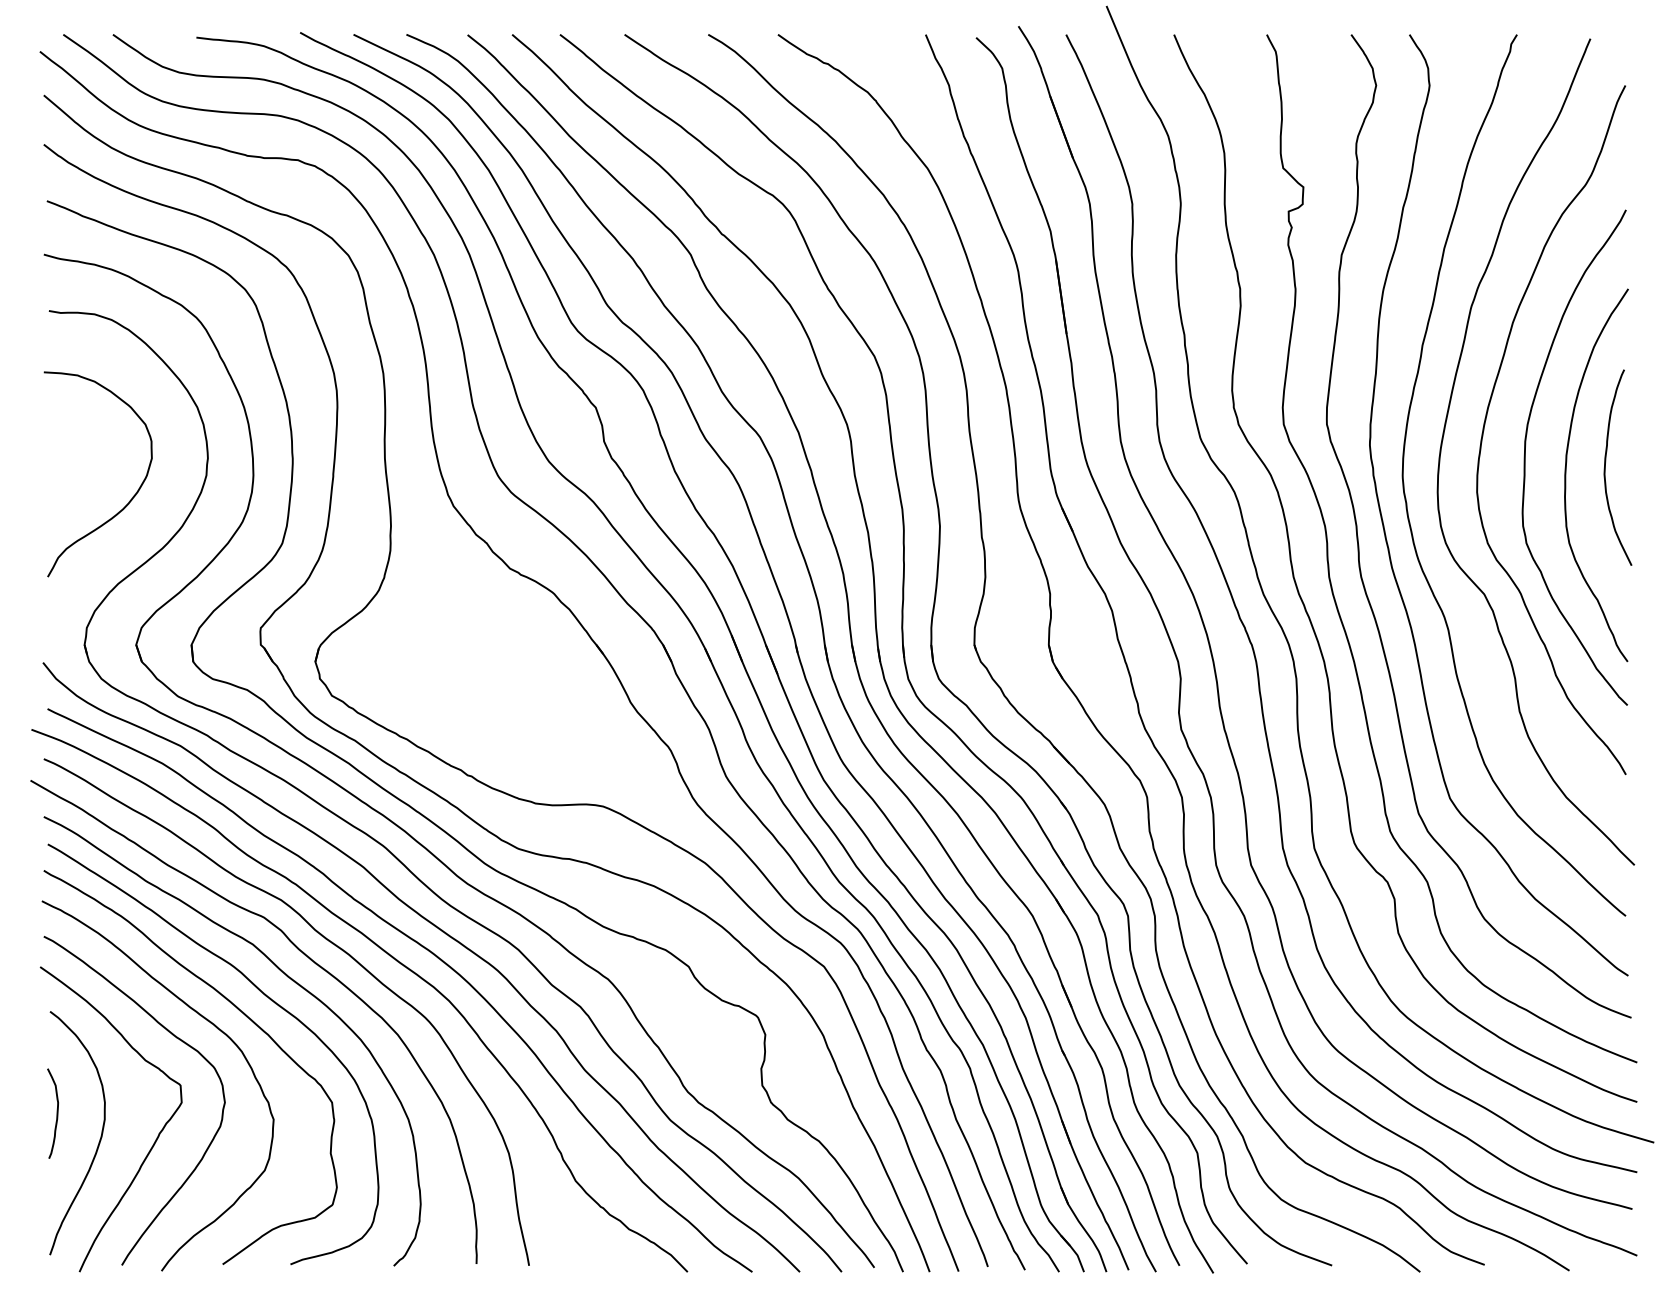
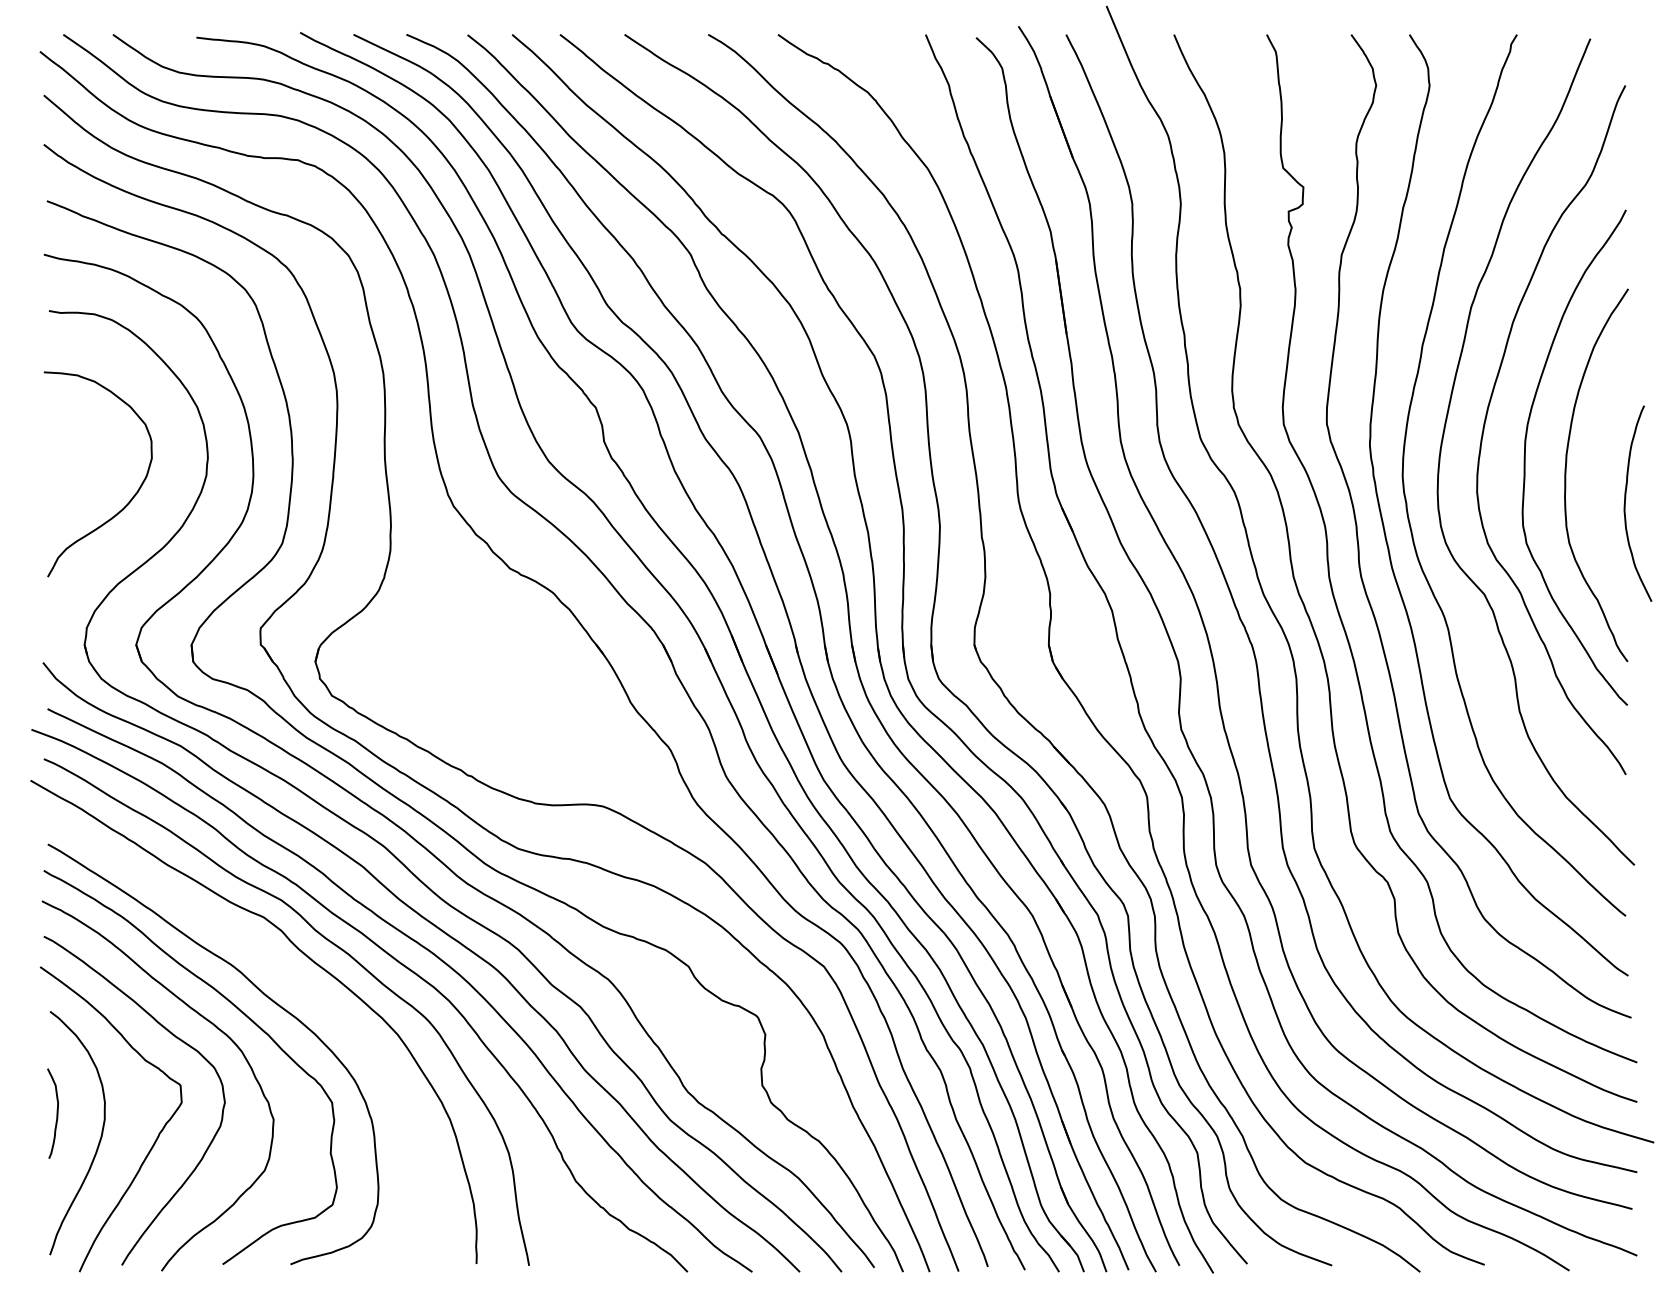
curve at (1605, 467) position: (1605, 467) -> (1625, 503)
curve at (287, 977): present -> none
